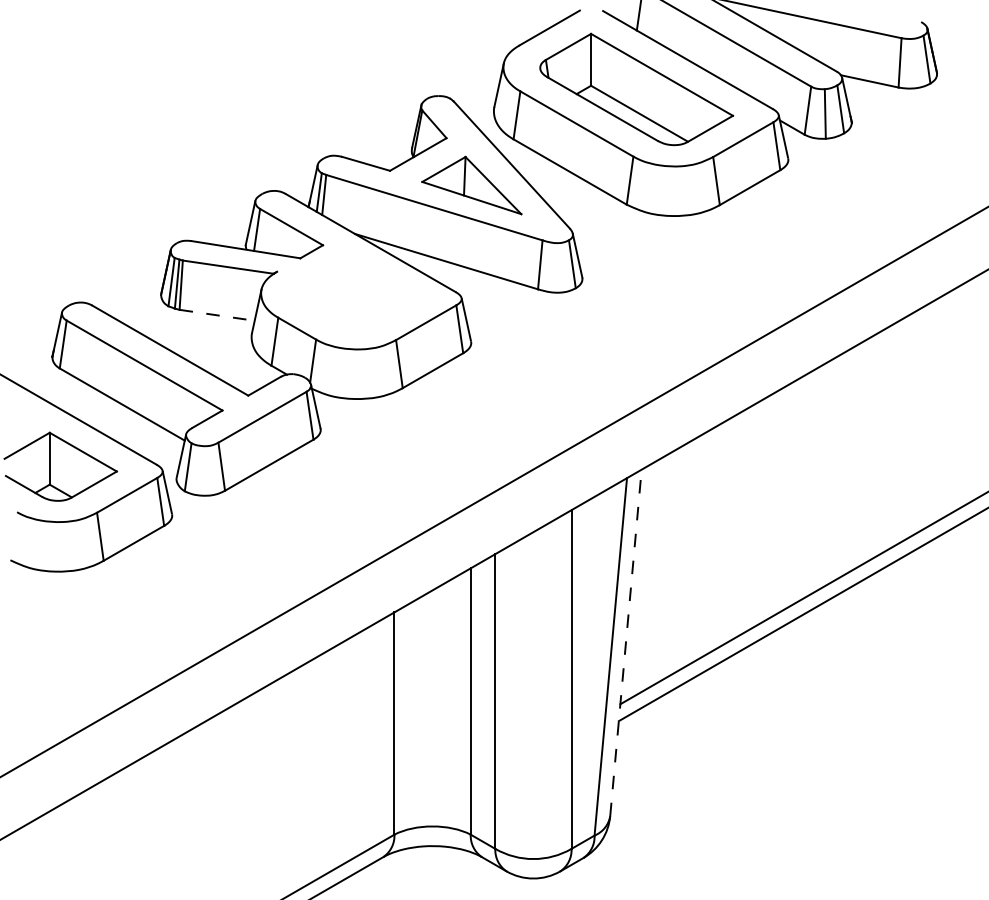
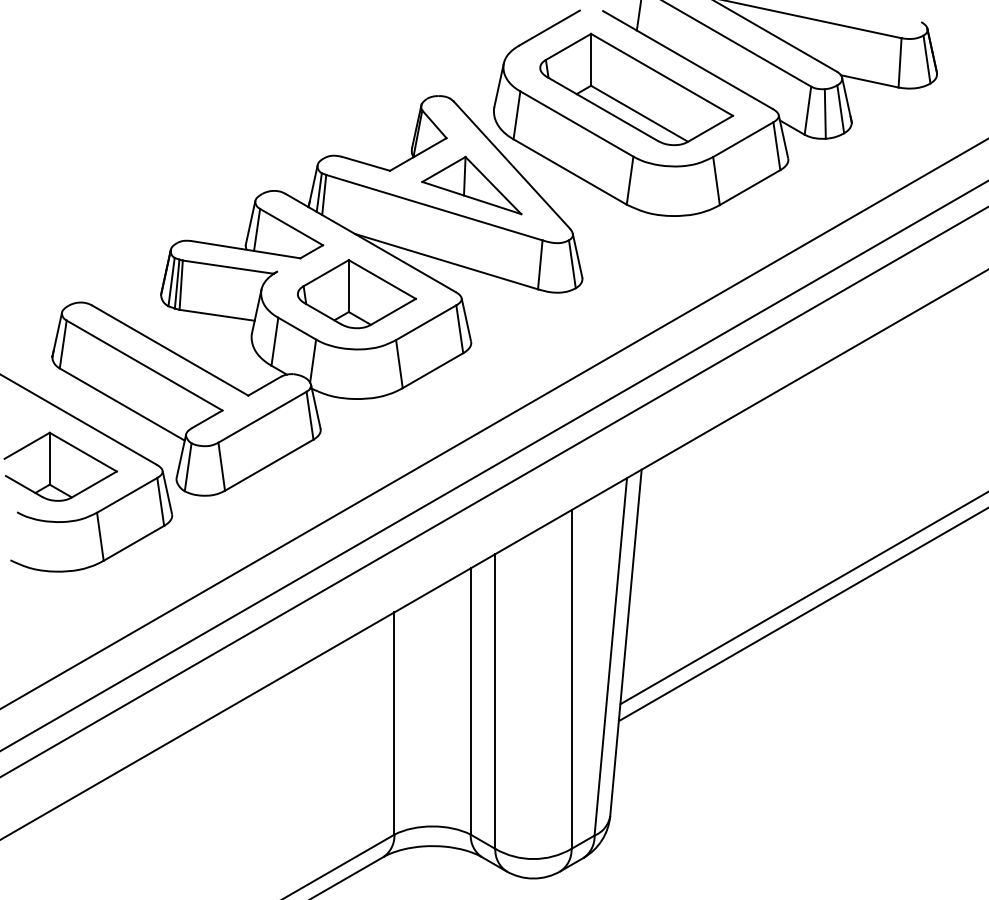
part at (356, 294): none -> present
line at (217, 315): dashed -> solid
line at (493, 424): none -> present
line at (493, 466): none -> present
line at (625, 642): dashed -> solid
